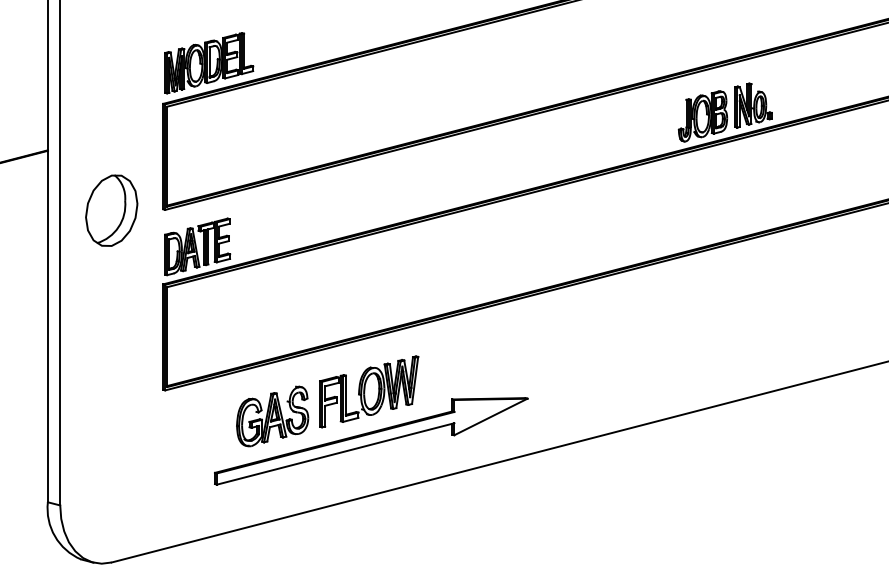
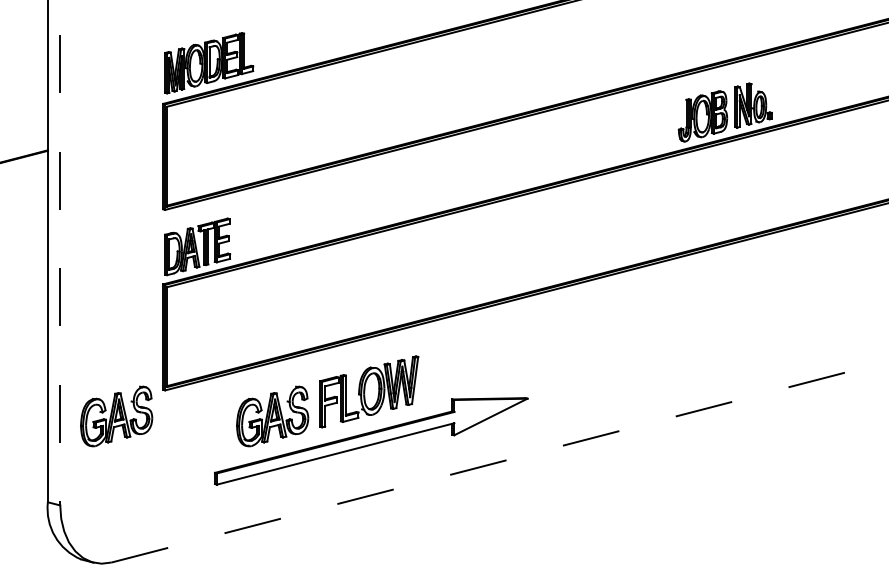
part at (111, 210): present -> none
line at (60, 253): solid -> dashed
part at (116, 416): none -> present
line at (500, 461): solid -> dashed
